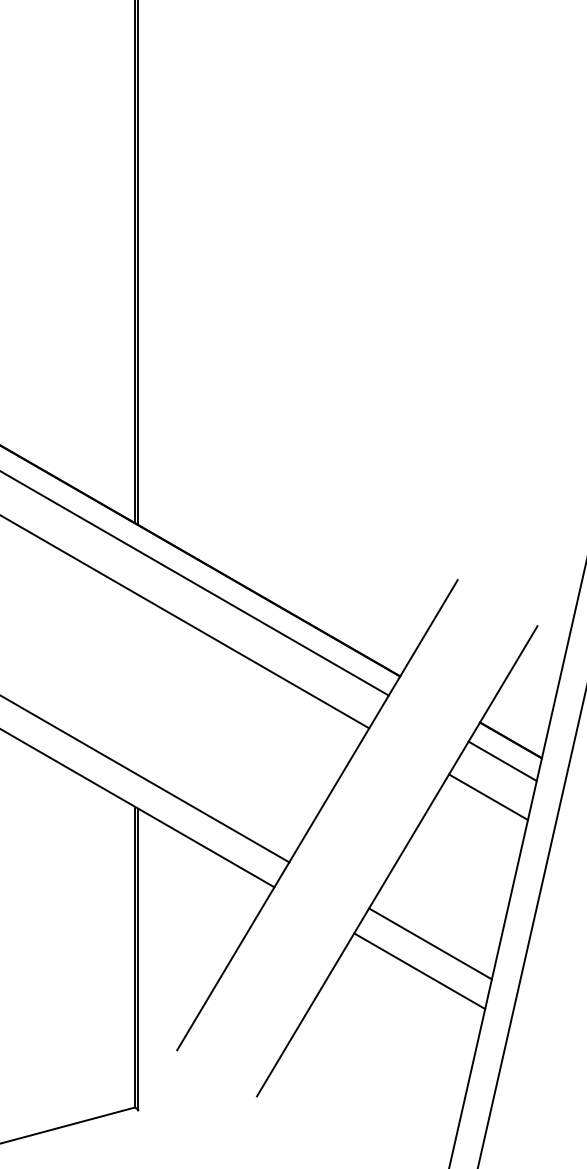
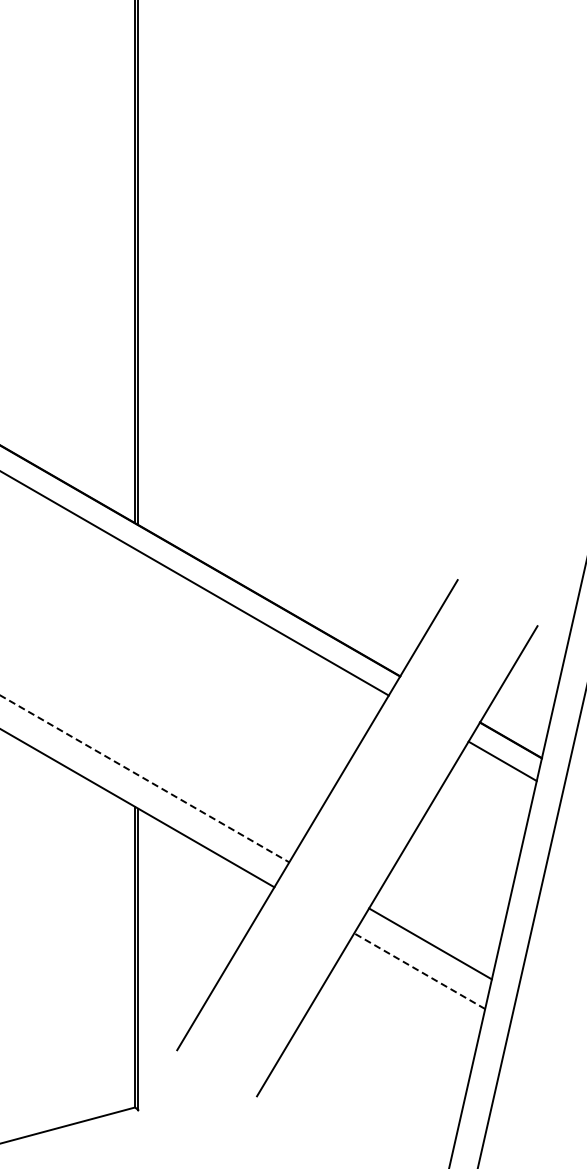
line at (185, 622): present -> none
line at (144, 778): solid -> dashed
line at (488, 797): present -> none
line at (419, 971): solid -> dashed
